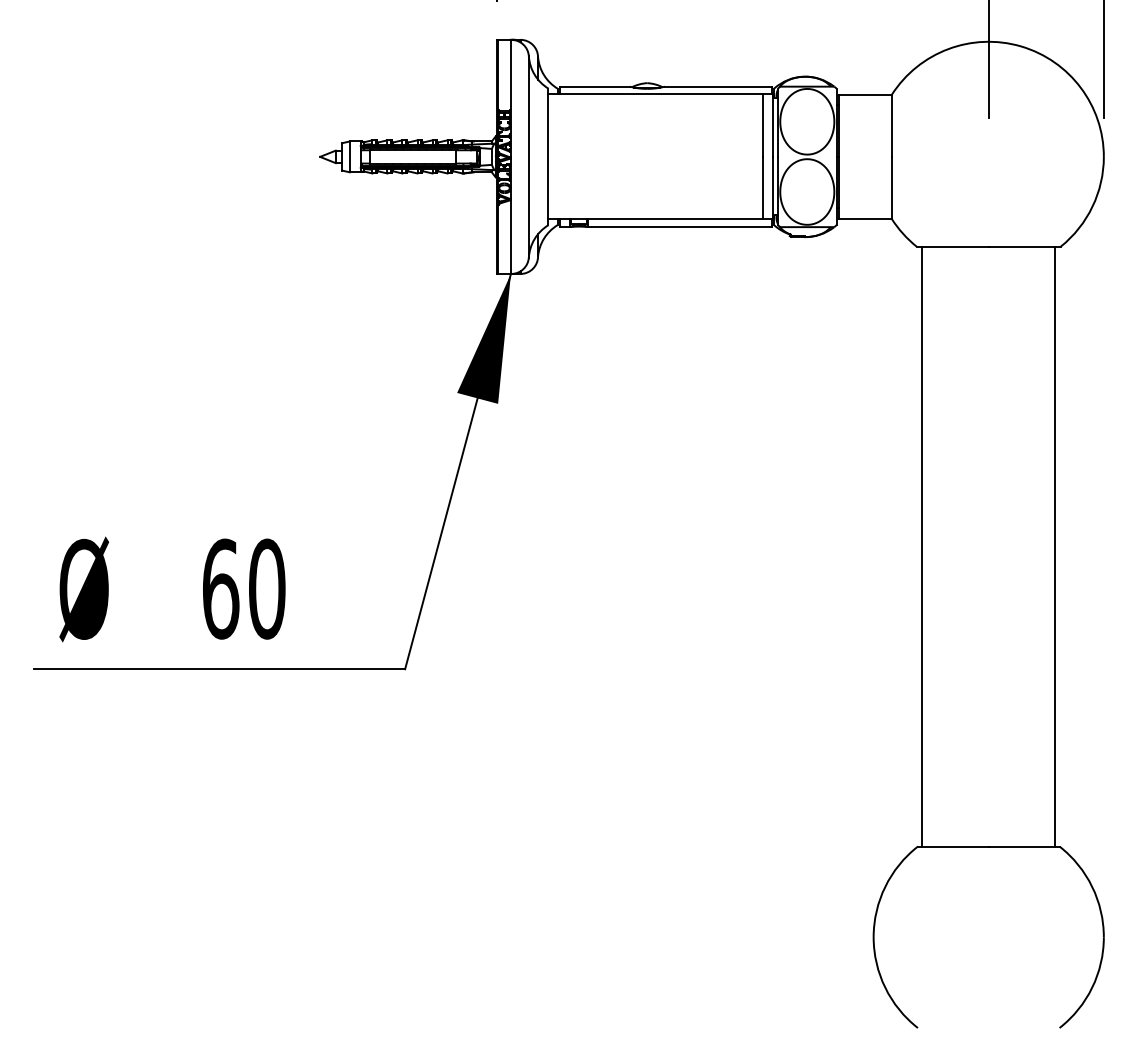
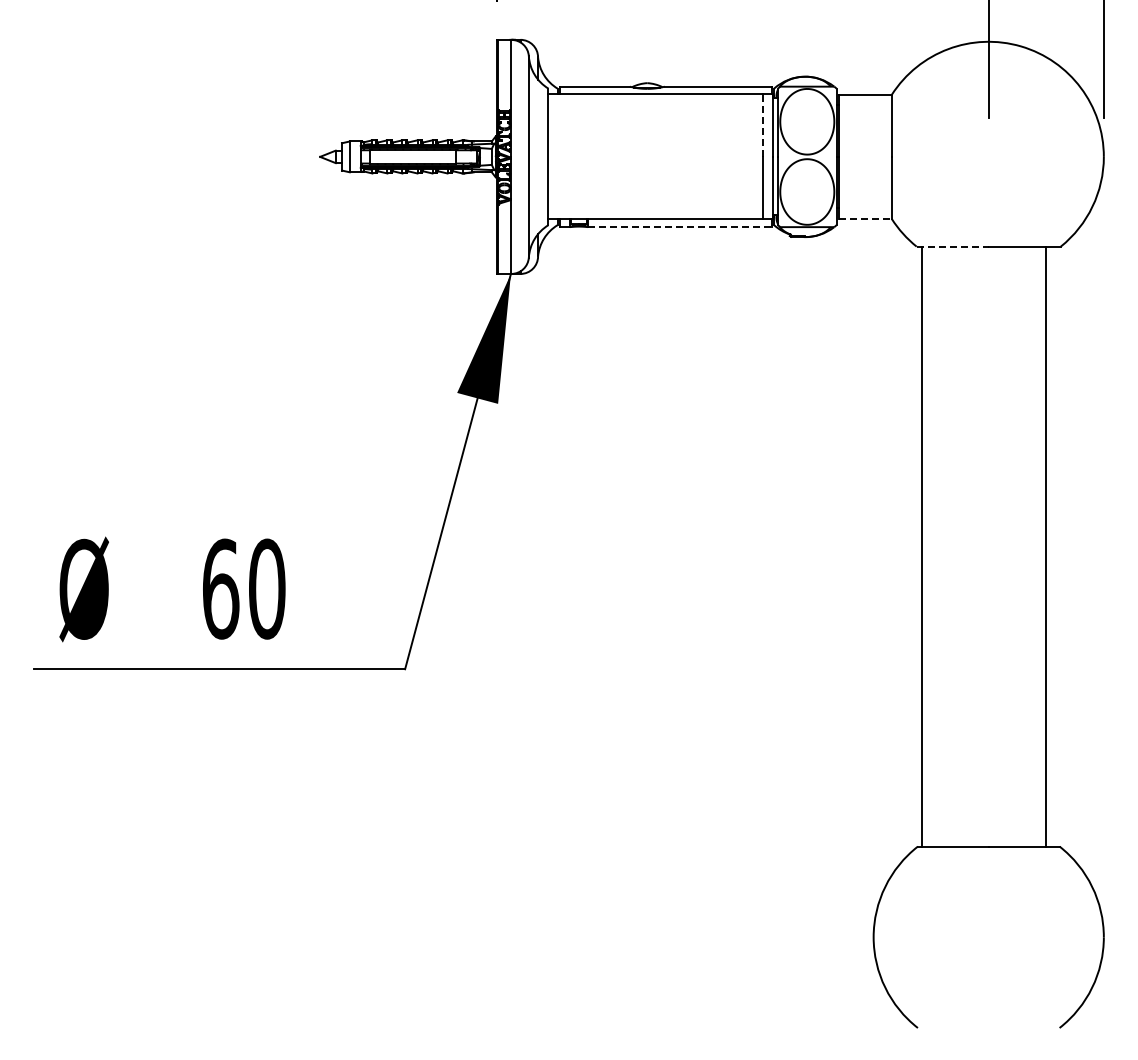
line at (763, 125): solid -> dashed
line at (865, 218): solid -> dashed
line at (680, 227): solid -> dashed
line at (953, 246): solid -> dashed
line at (1055, 546) position: (1055, 546) -> (1046, 546)
